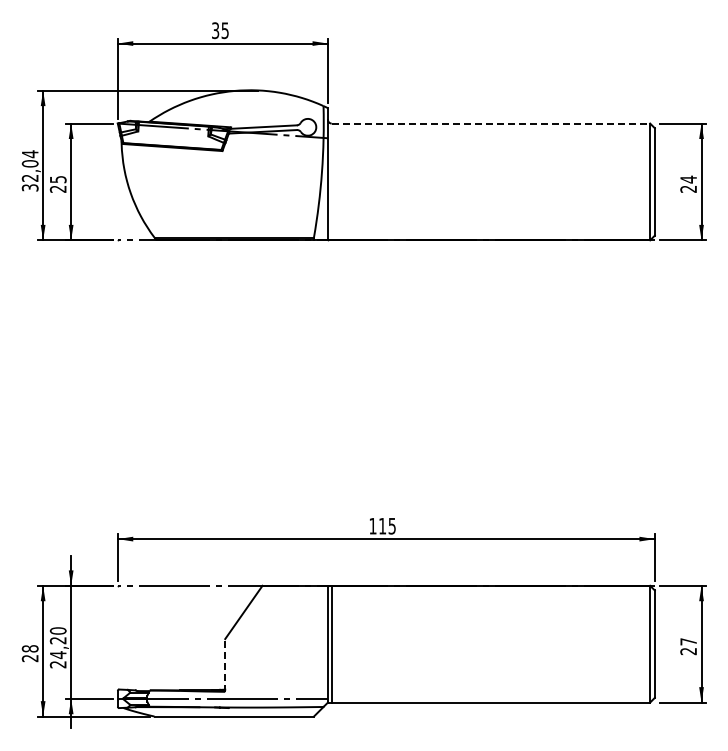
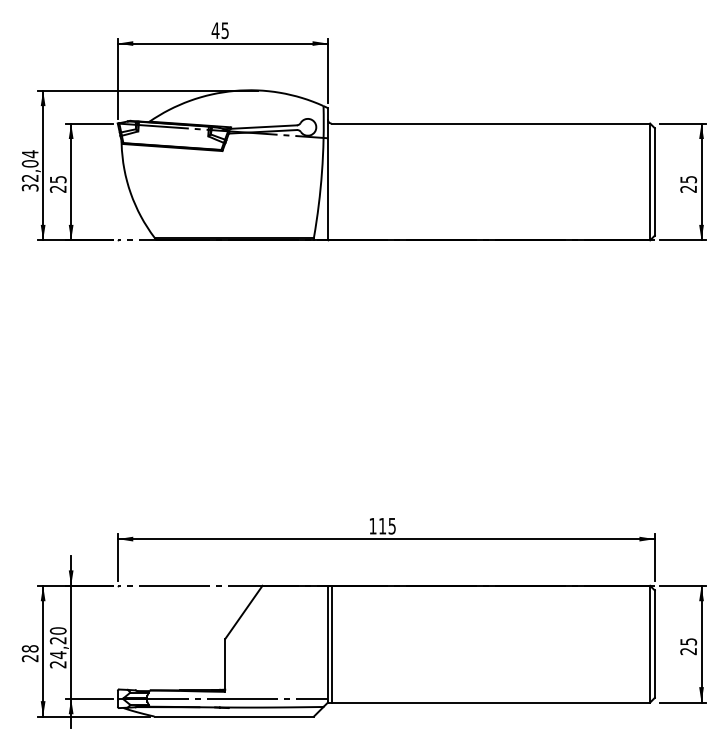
text at (215, 30): 35 -> 45
line at (491, 123): dashed -> solid
text at (688, 179): 24 -> 25
text at (688, 641): 27 -> 25
line at (225, 664): dashed -> solid
